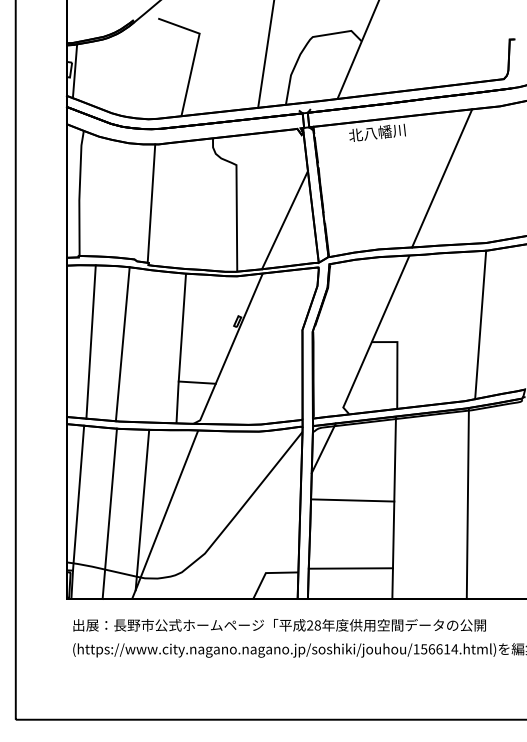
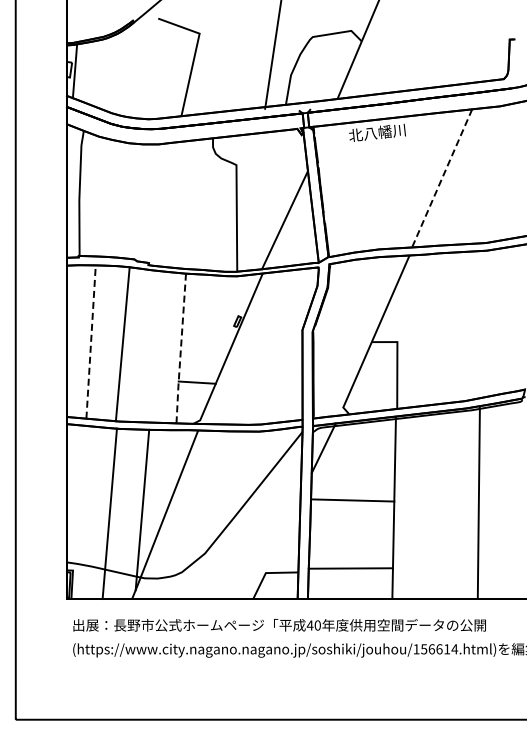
line at (265, 54) position: (265, 54) -> (272, 55)
line at (441, 178): solid -> dashed
line at (151, 203): present -> none
line at (480, 324): present -> none
line at (91, 342): solid -> dashed
line at (180, 349): solid -> dashed
line at (78, 497): present -> none
line at (467, 503) position: (467, 503) -> (478, 503)
text at (313, 625): 28 -> 40
